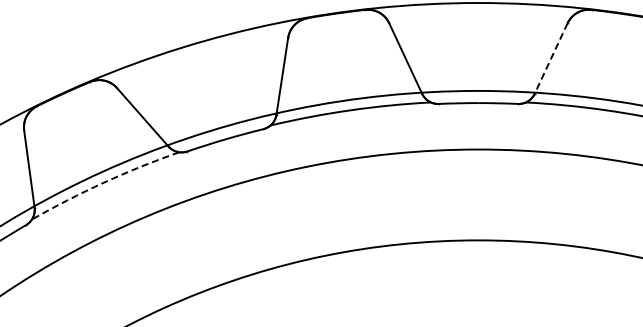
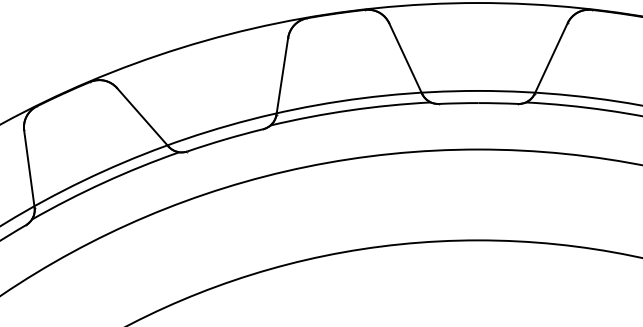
line at (551, 58): dashed -> solid
arc at (104, 182): dashed -> solid
